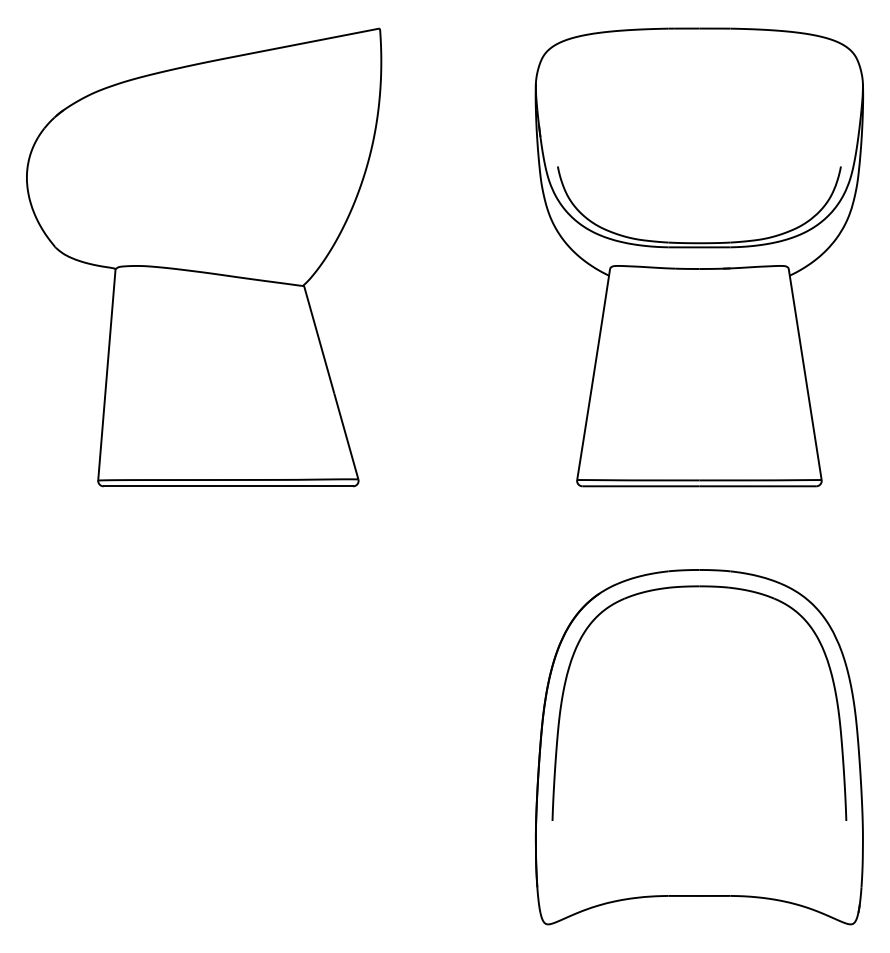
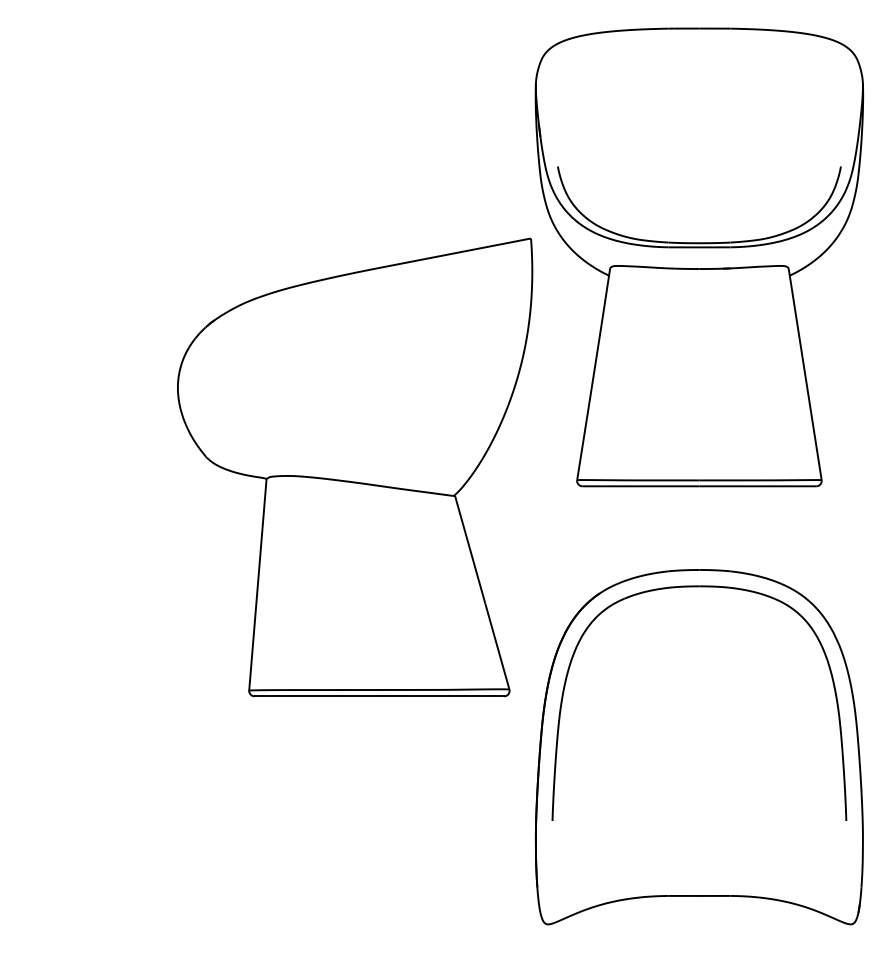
part at (204, 257) position: (204, 257) -> (355, 467)
